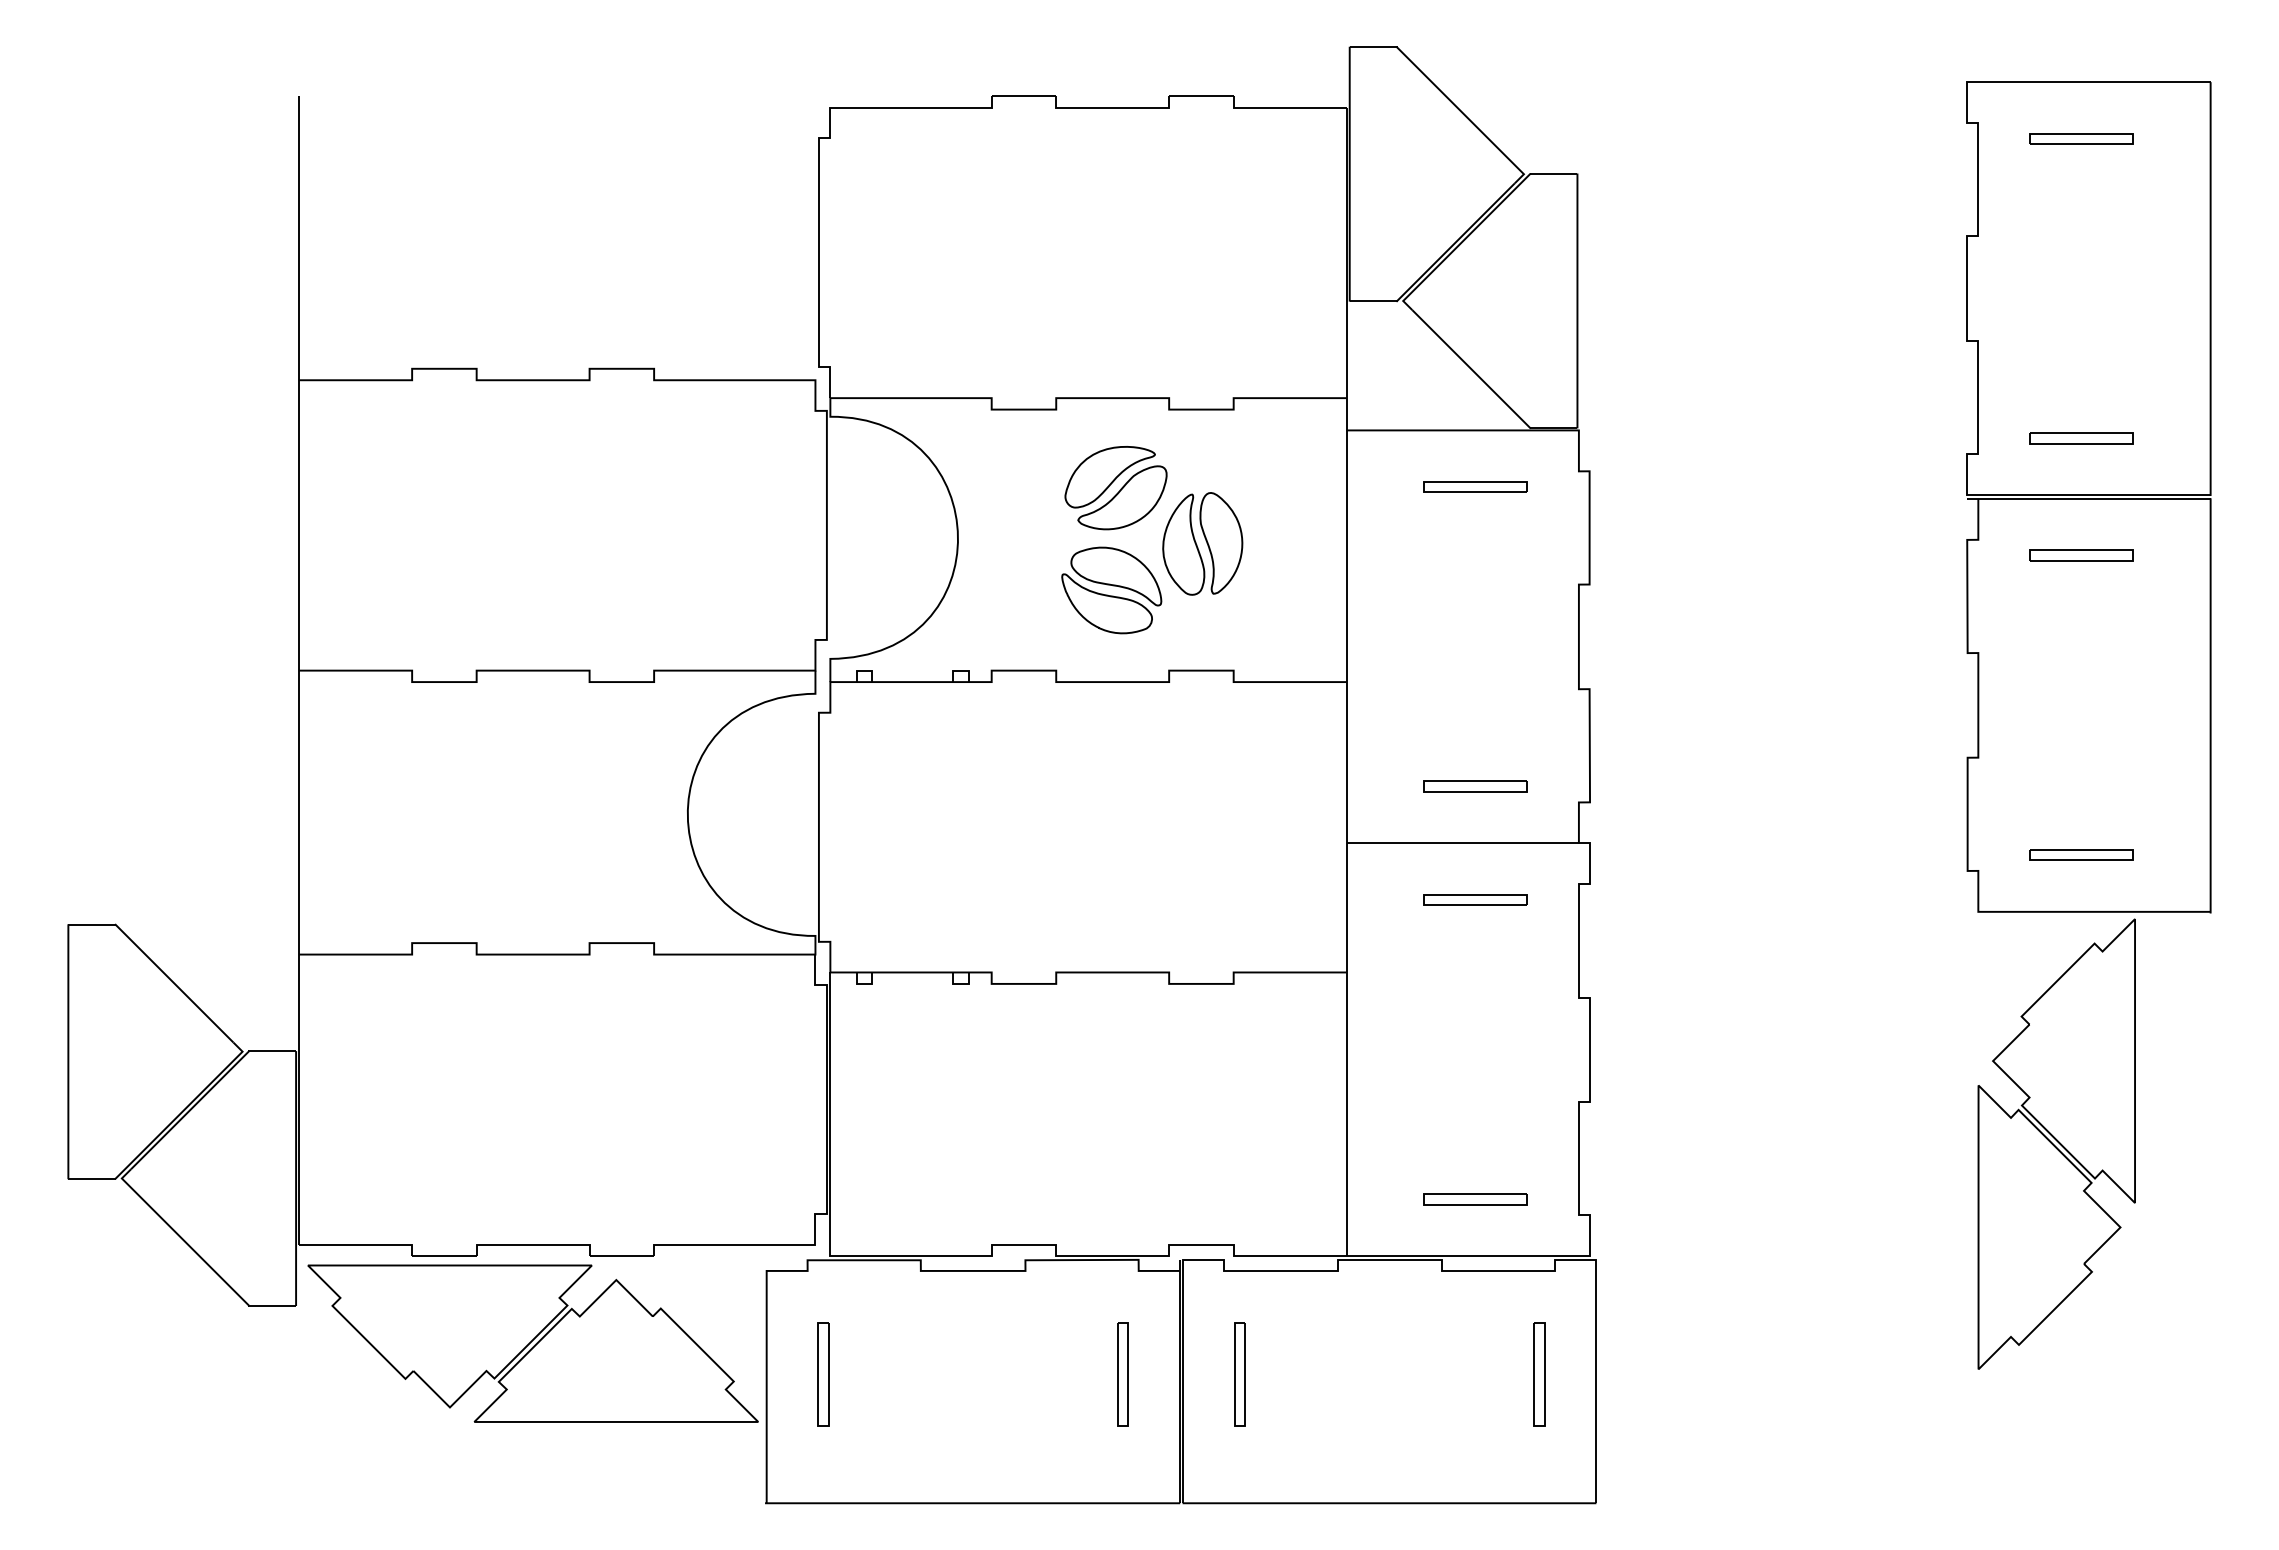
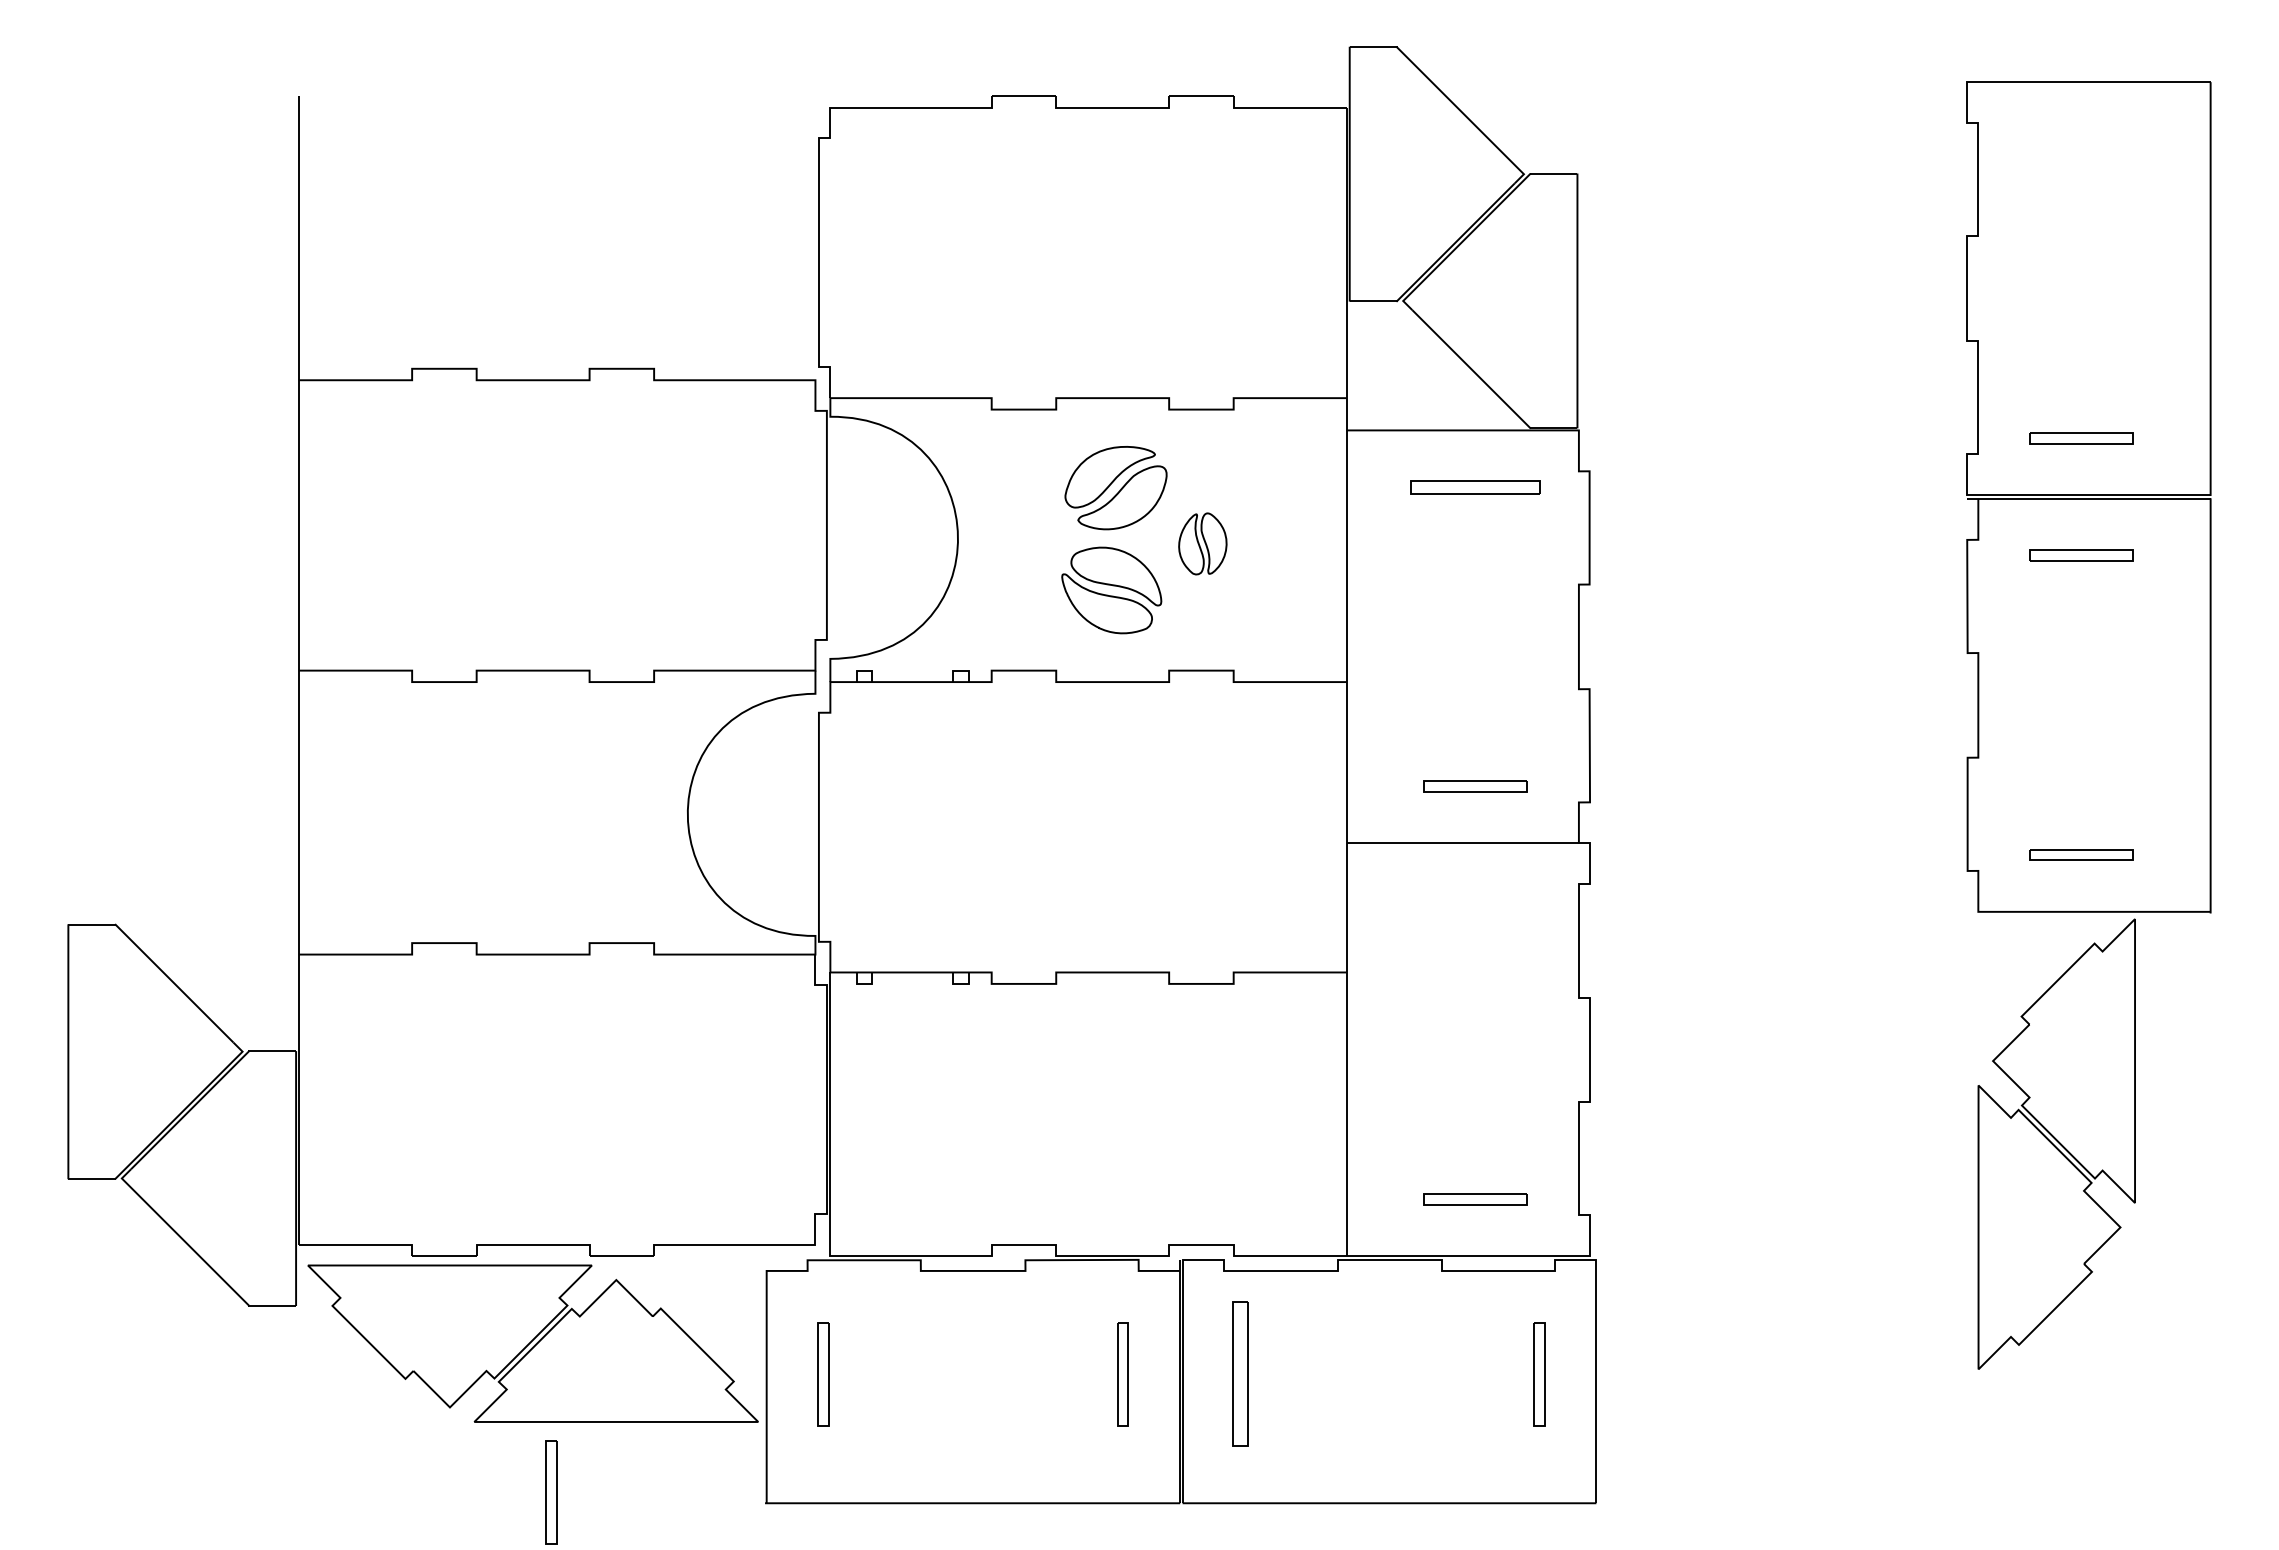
part at (2081, 138): present -> none
part at (1475, 486) size: 105x12 px -> 131x15 px
part at (1202, 543) size: 82x104 px -> 50x64 px
part at (1475, 899): present -> none
part at (1239, 1374) size: 12x105 px -> 17x146 px
part at (551, 1492): none -> present
